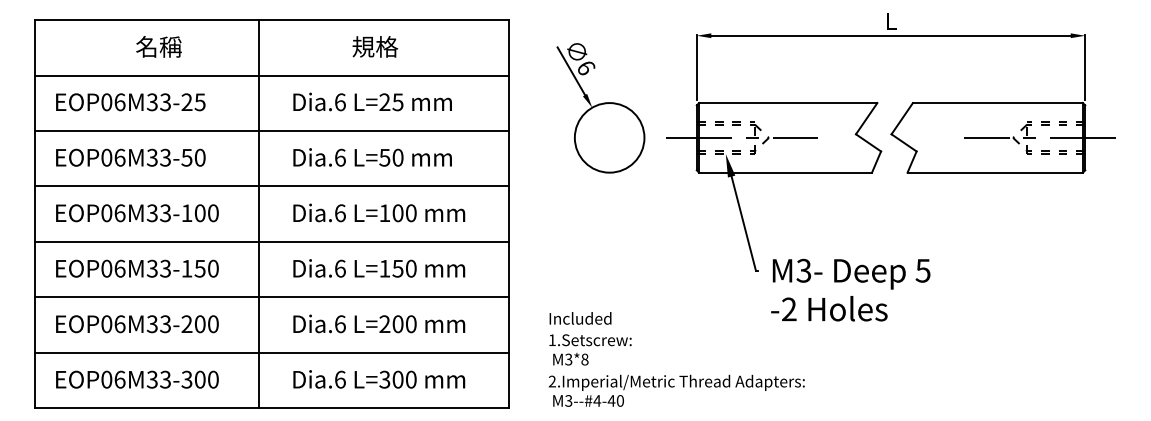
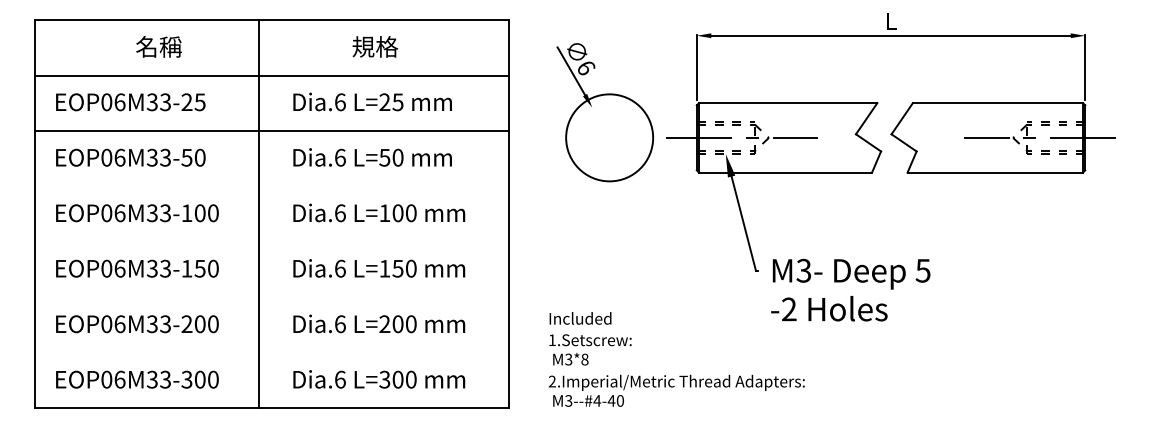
circle at (609, 137) diameter: 70 px -> 87 px
line at (271, 186): present -> none
line at (271, 241): present -> none
line at (271, 297): present -> none
line at (271, 352): present -> none
